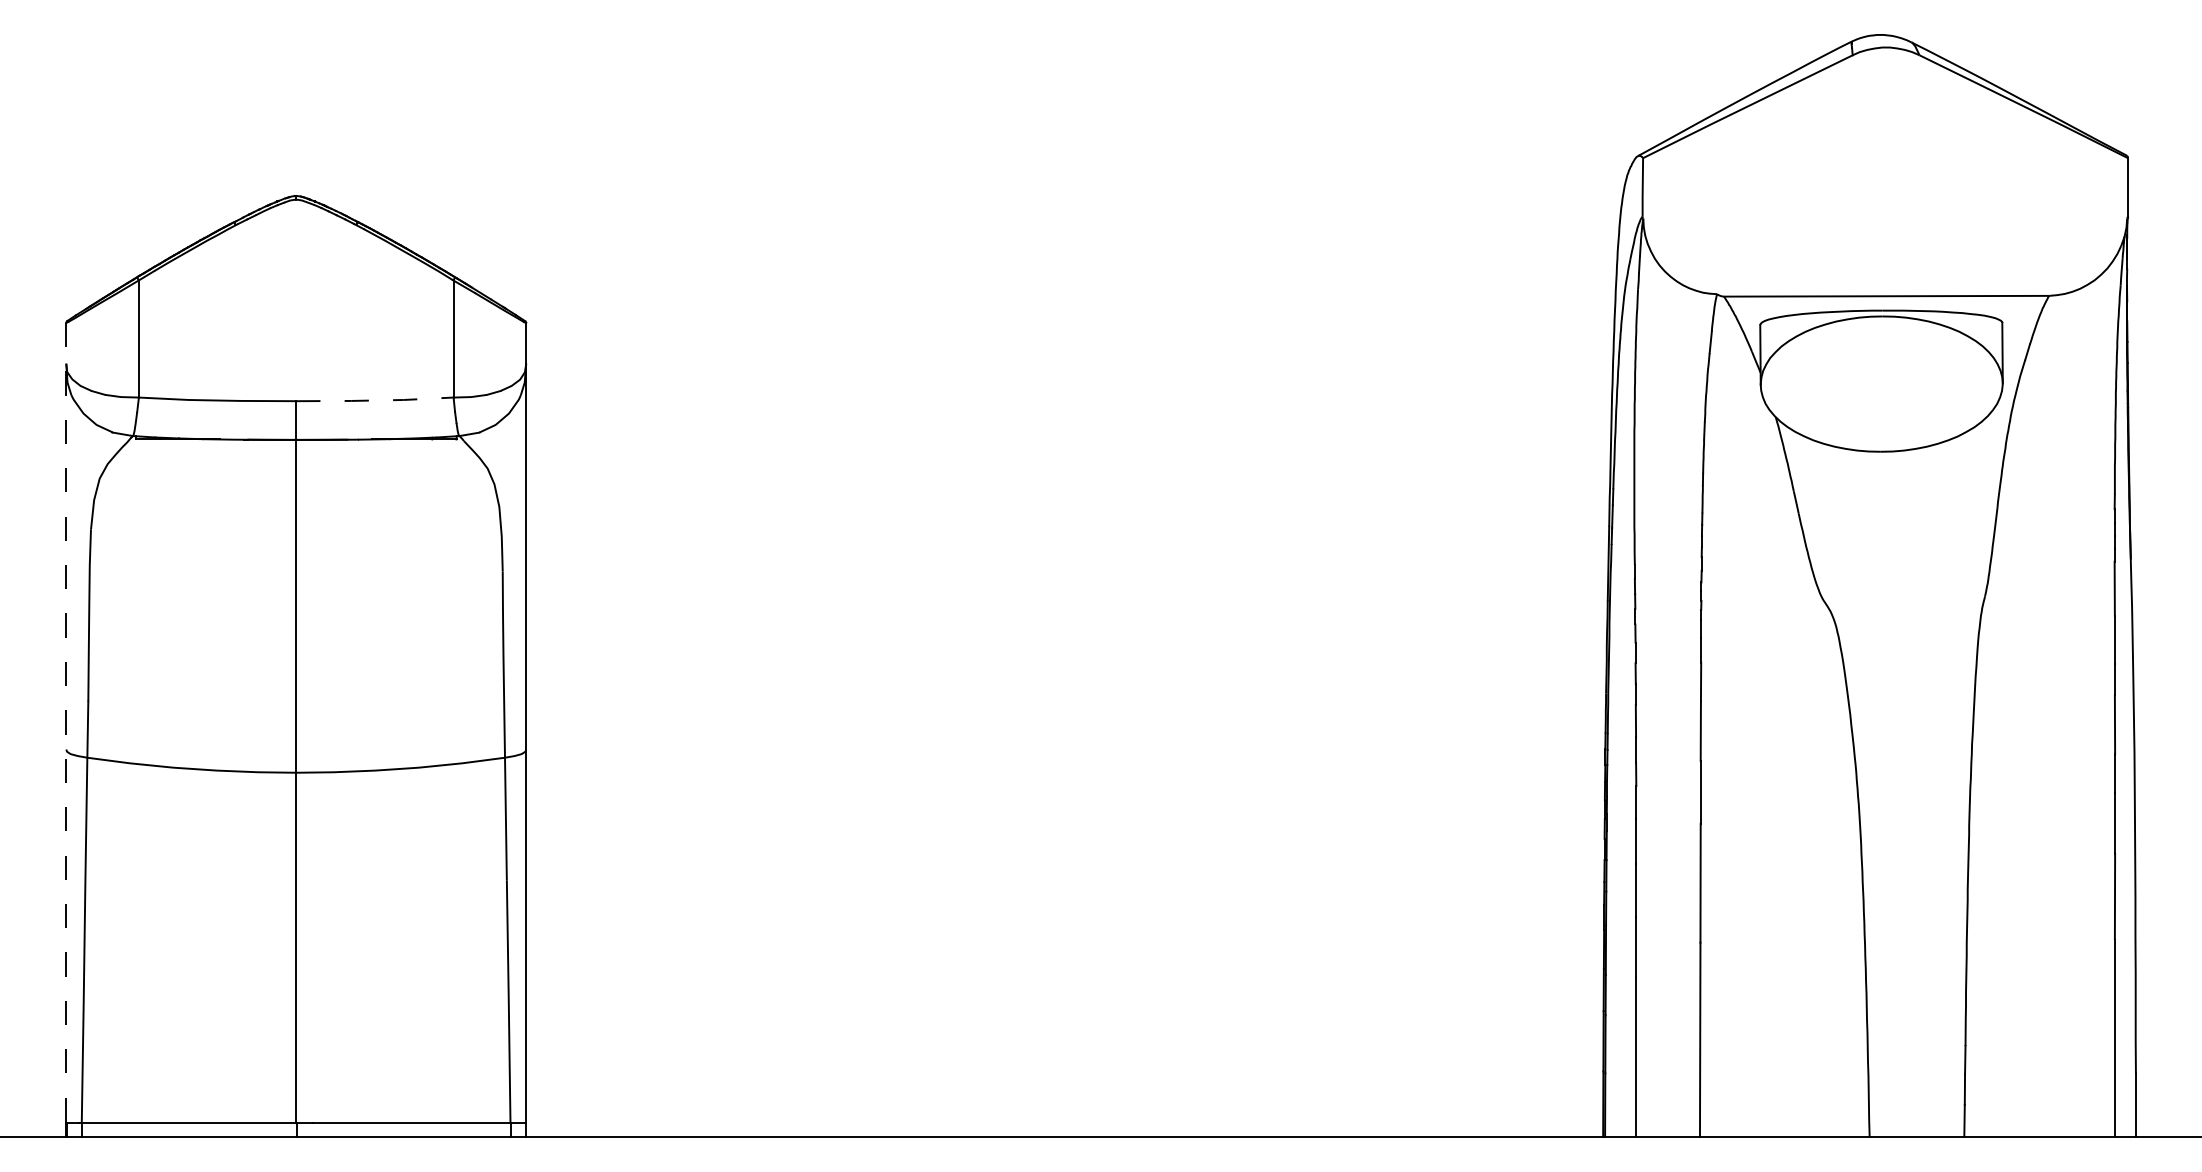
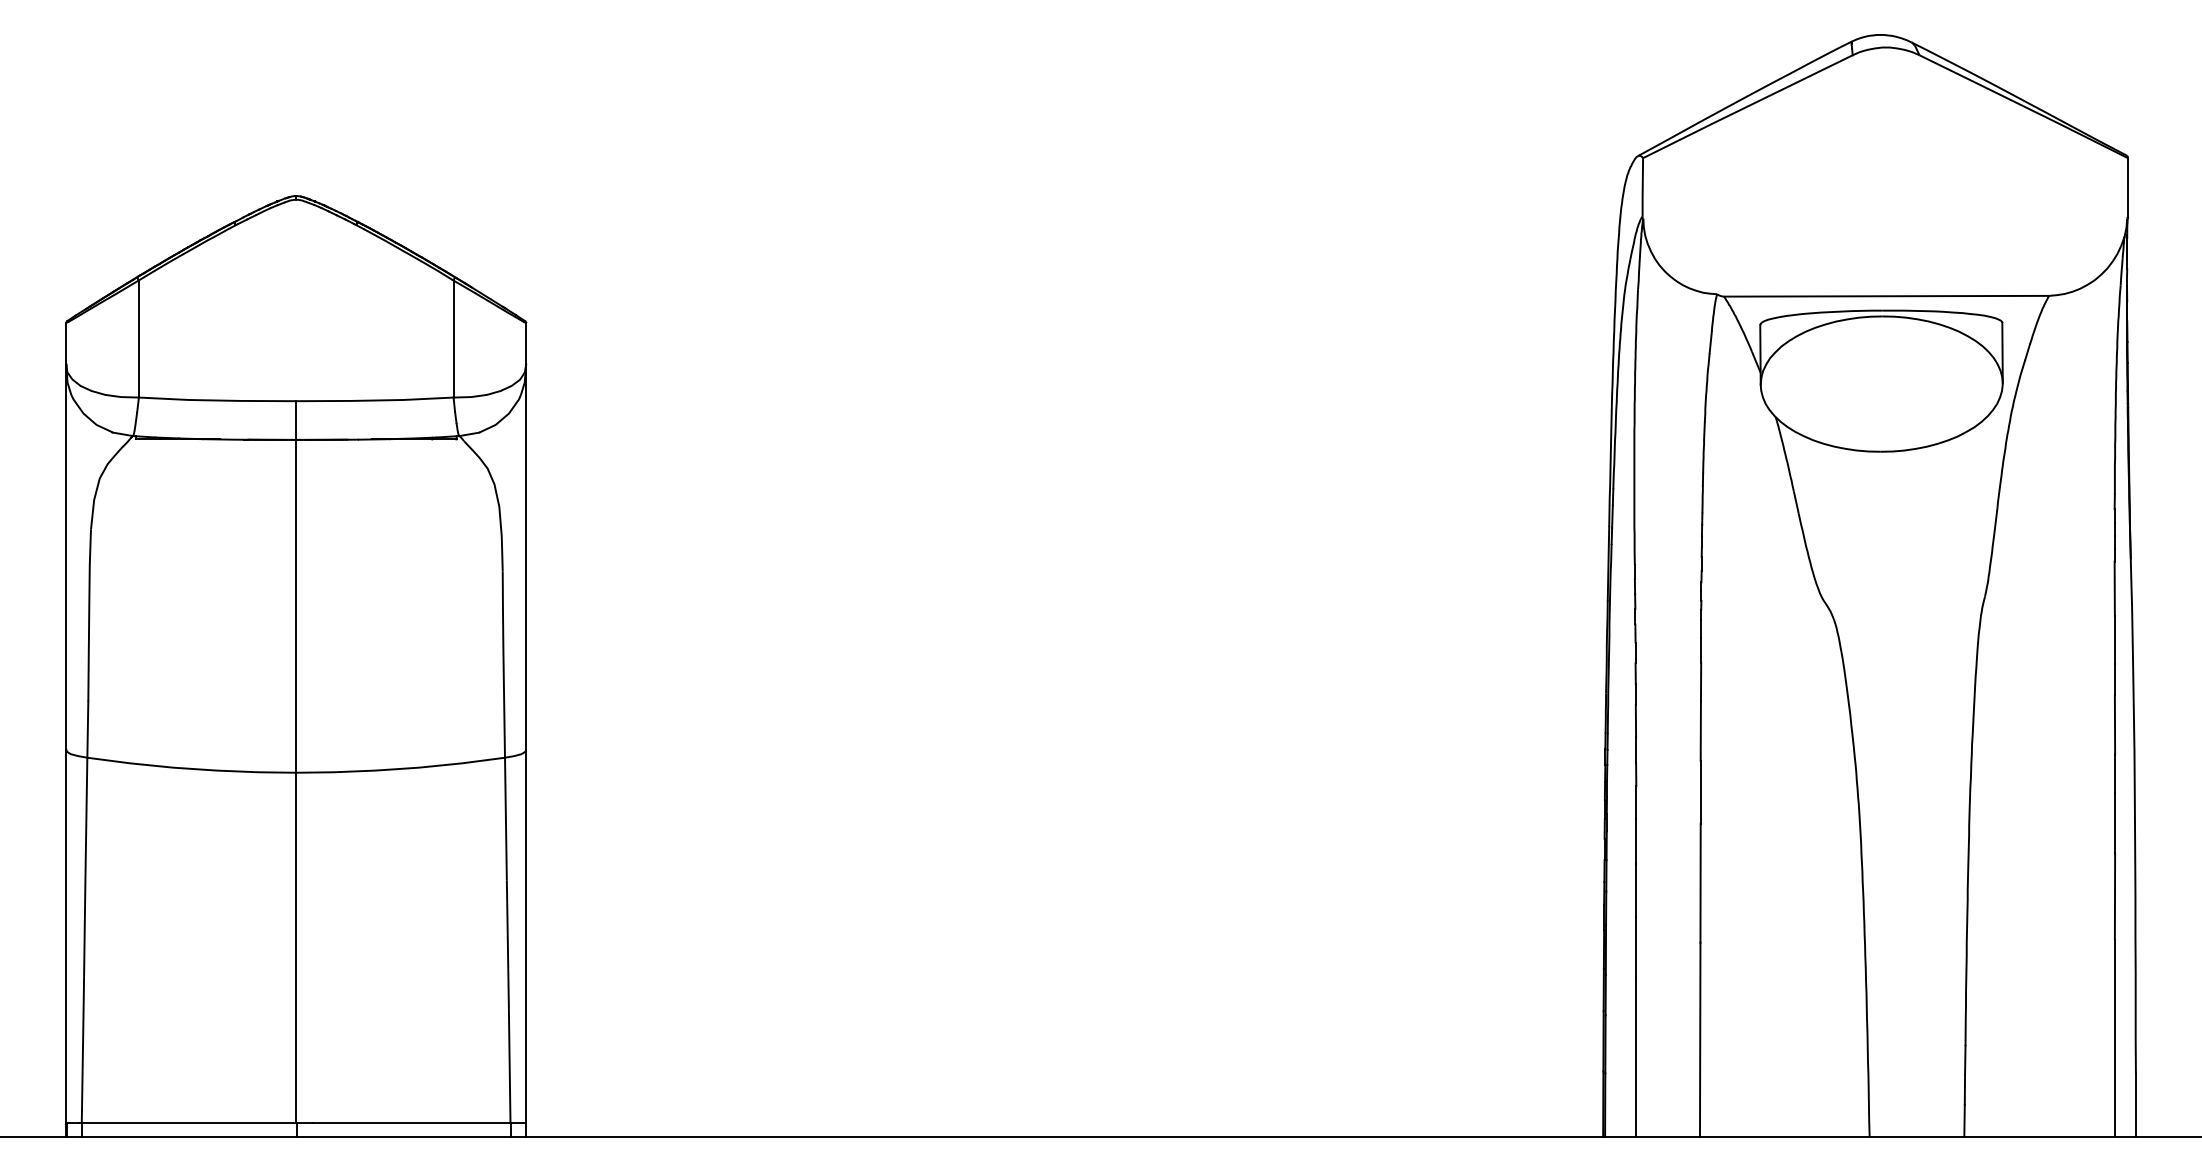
line at (374, 400): dashed -> solid
line at (66, 722): dashed -> solid
